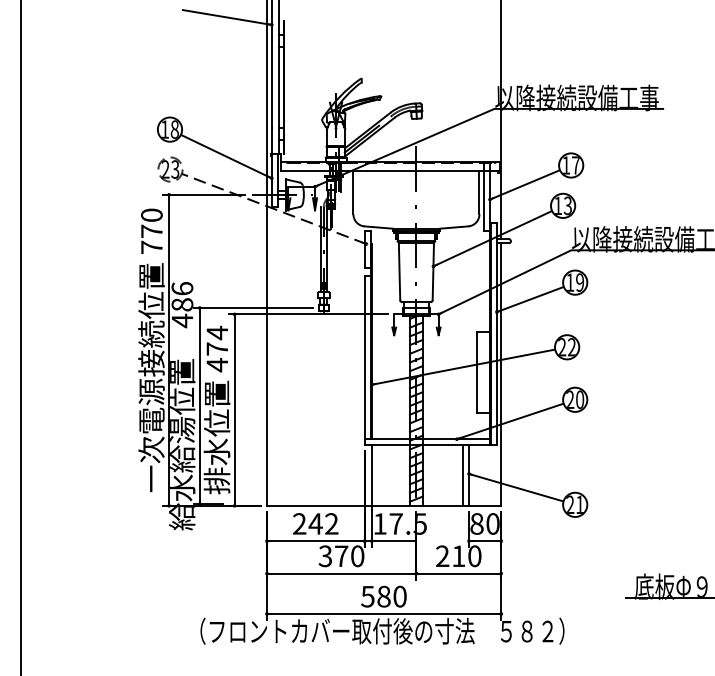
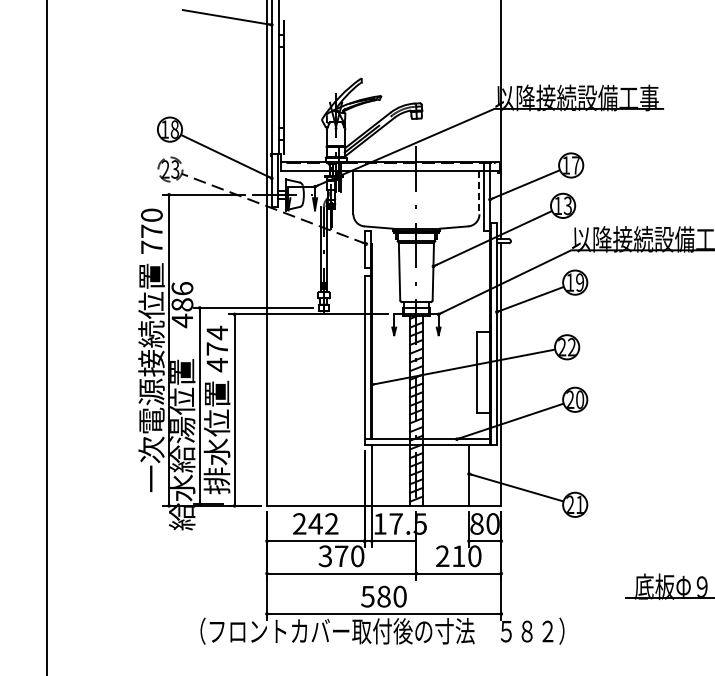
line at (479, 192): solid -> dashed
line at (21, 337) position: (21, 337) -> (47, 337)
line at (462, 475): present -> none
